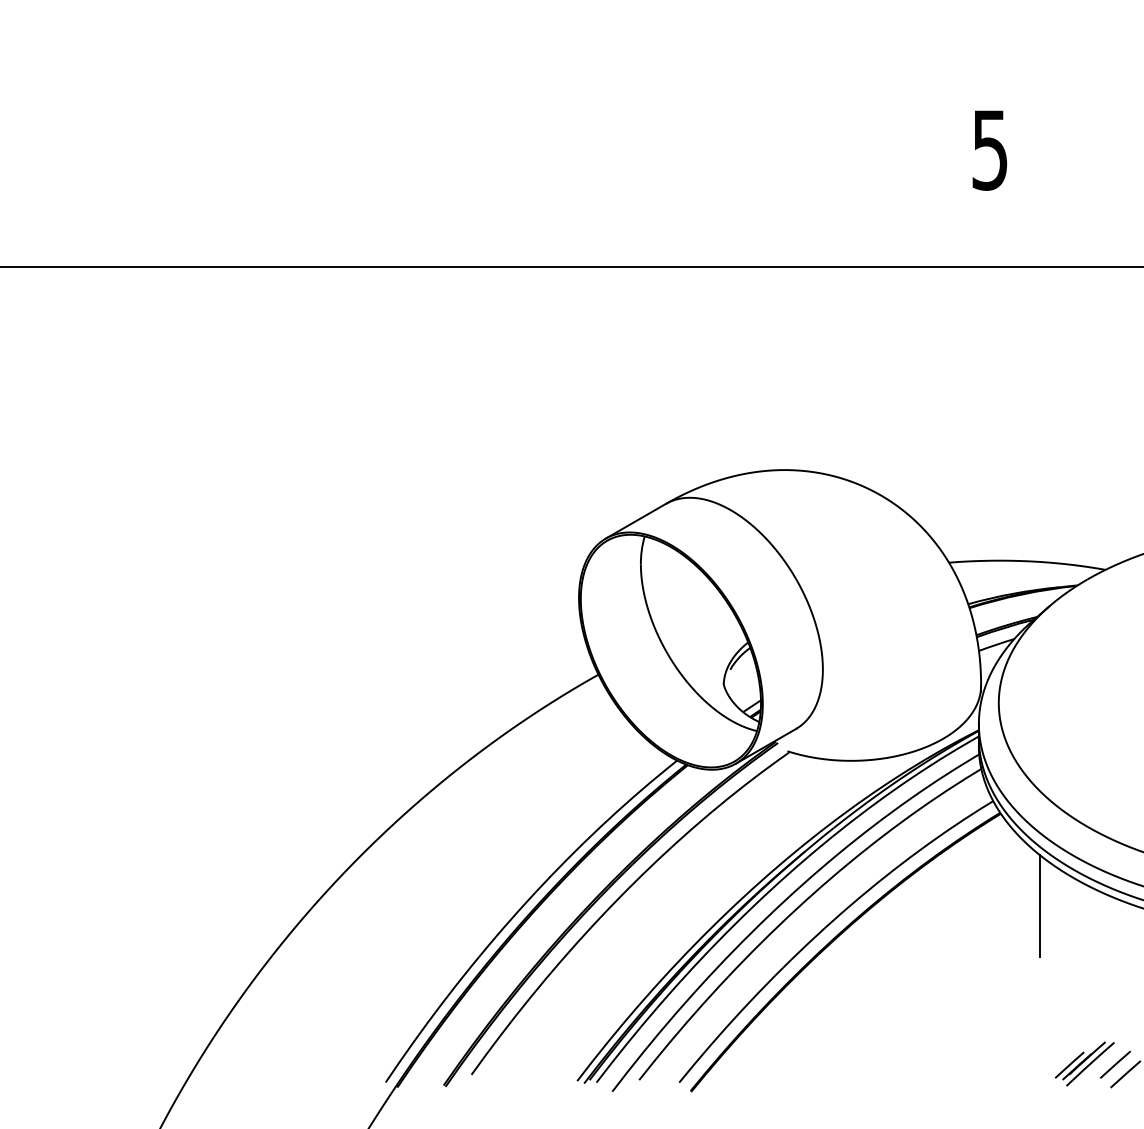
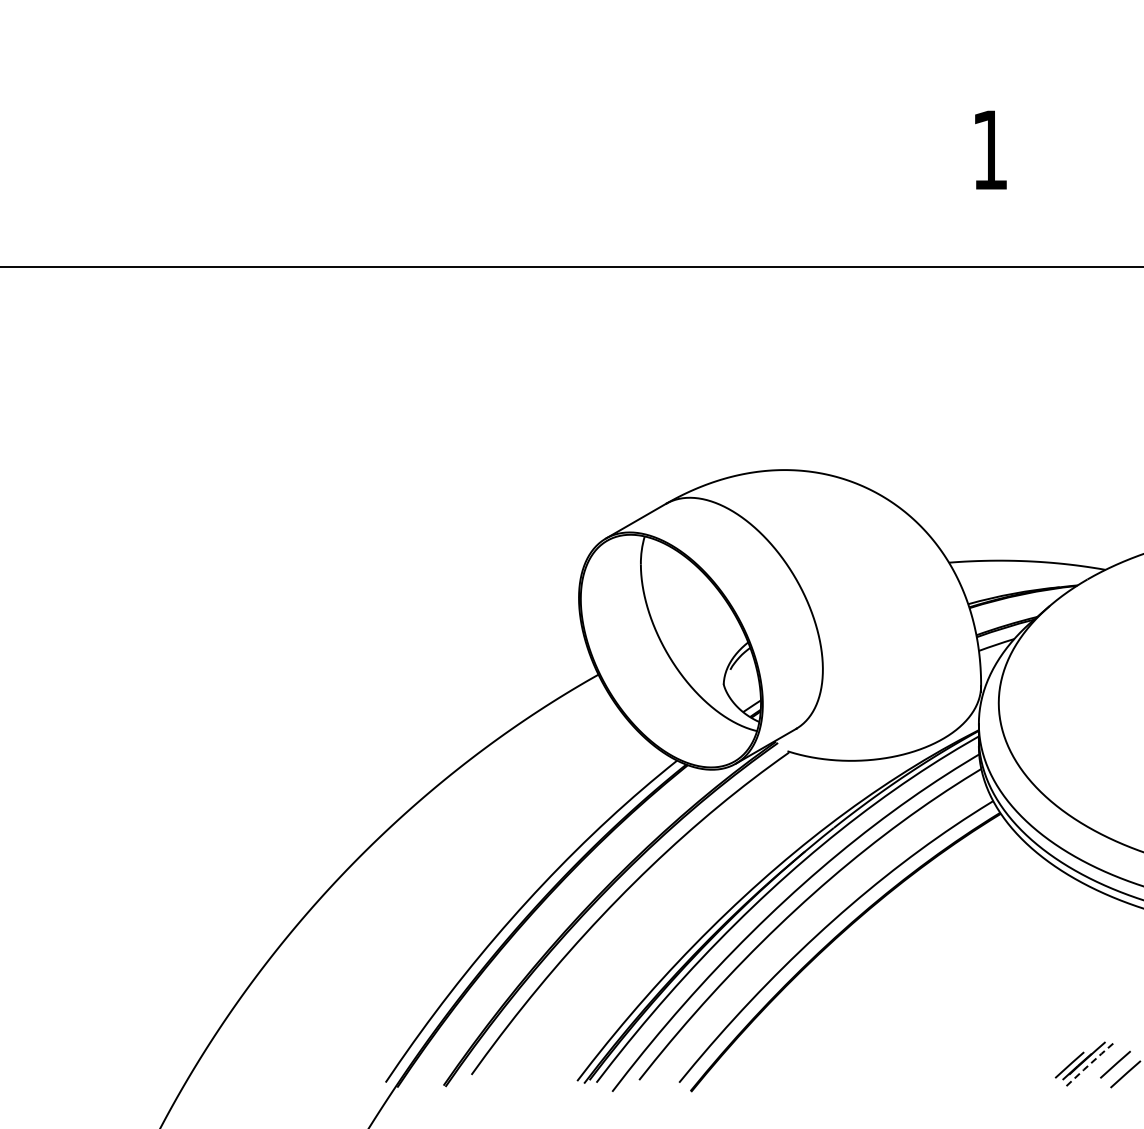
text at (989, 150): 5 -> 1
line at (1040, 906): present -> none
line at (1090, 1063): solid -> dashed
